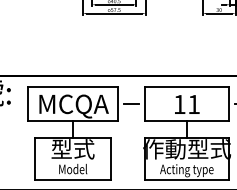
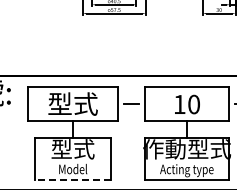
text at (193, 104): 11 -> 10
text at (73, 105): MCQA -> 型式
line at (72, 180): solid -> dashed
